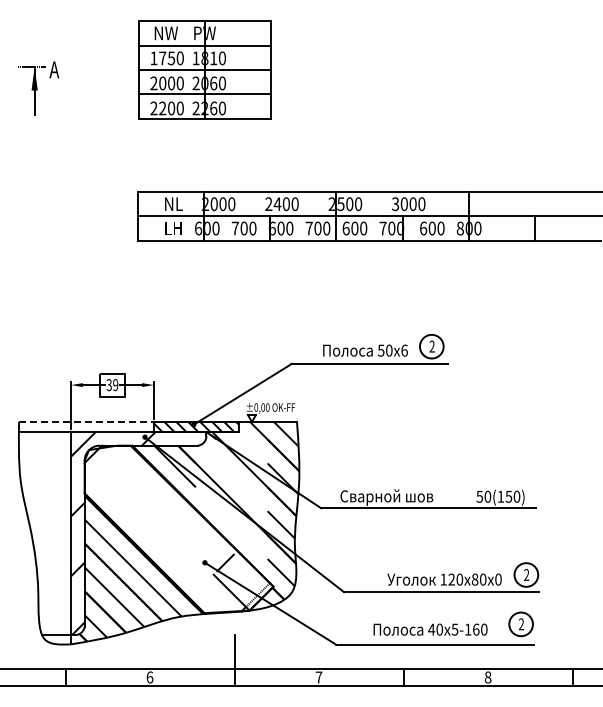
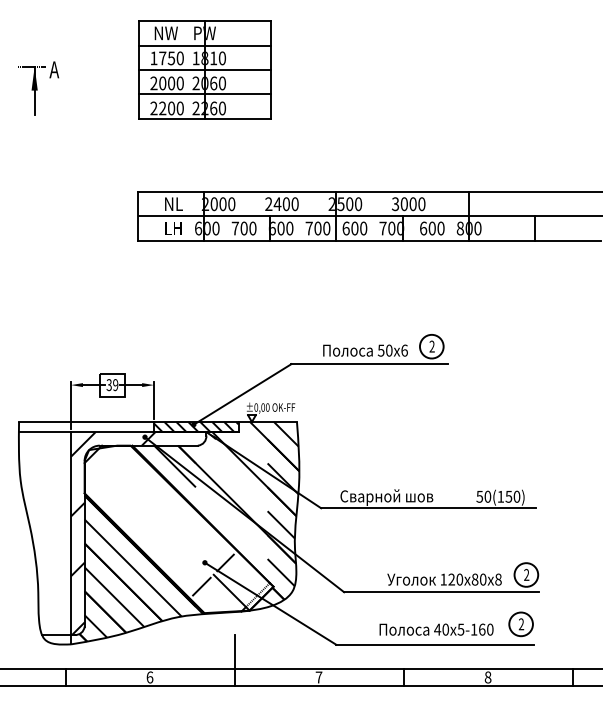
line at (87, 421): dashed -> solid
text at (498, 579): 120x80x0 -> 120x80x8
line at (201, 586): none -> present
text at (430, 629) position: (430, 629) -> (436, 629)
